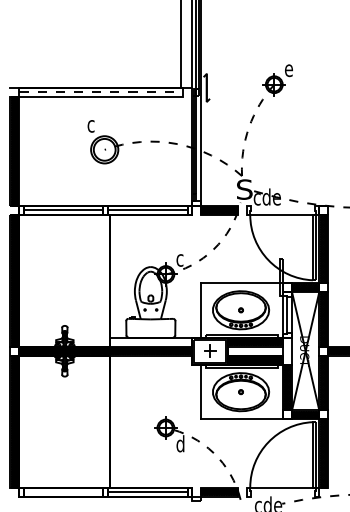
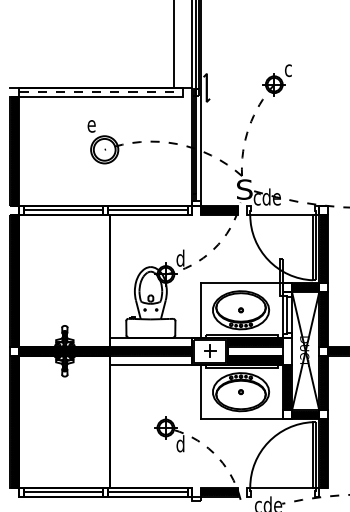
line at (180, 44) position: (180, 44) -> (173, 44)
text at (289, 70): e -> c
text at (92, 126): c -> e
text at (180, 257): c -> d
line at (151, 364): none -> present
line at (63, 492): none -> present
